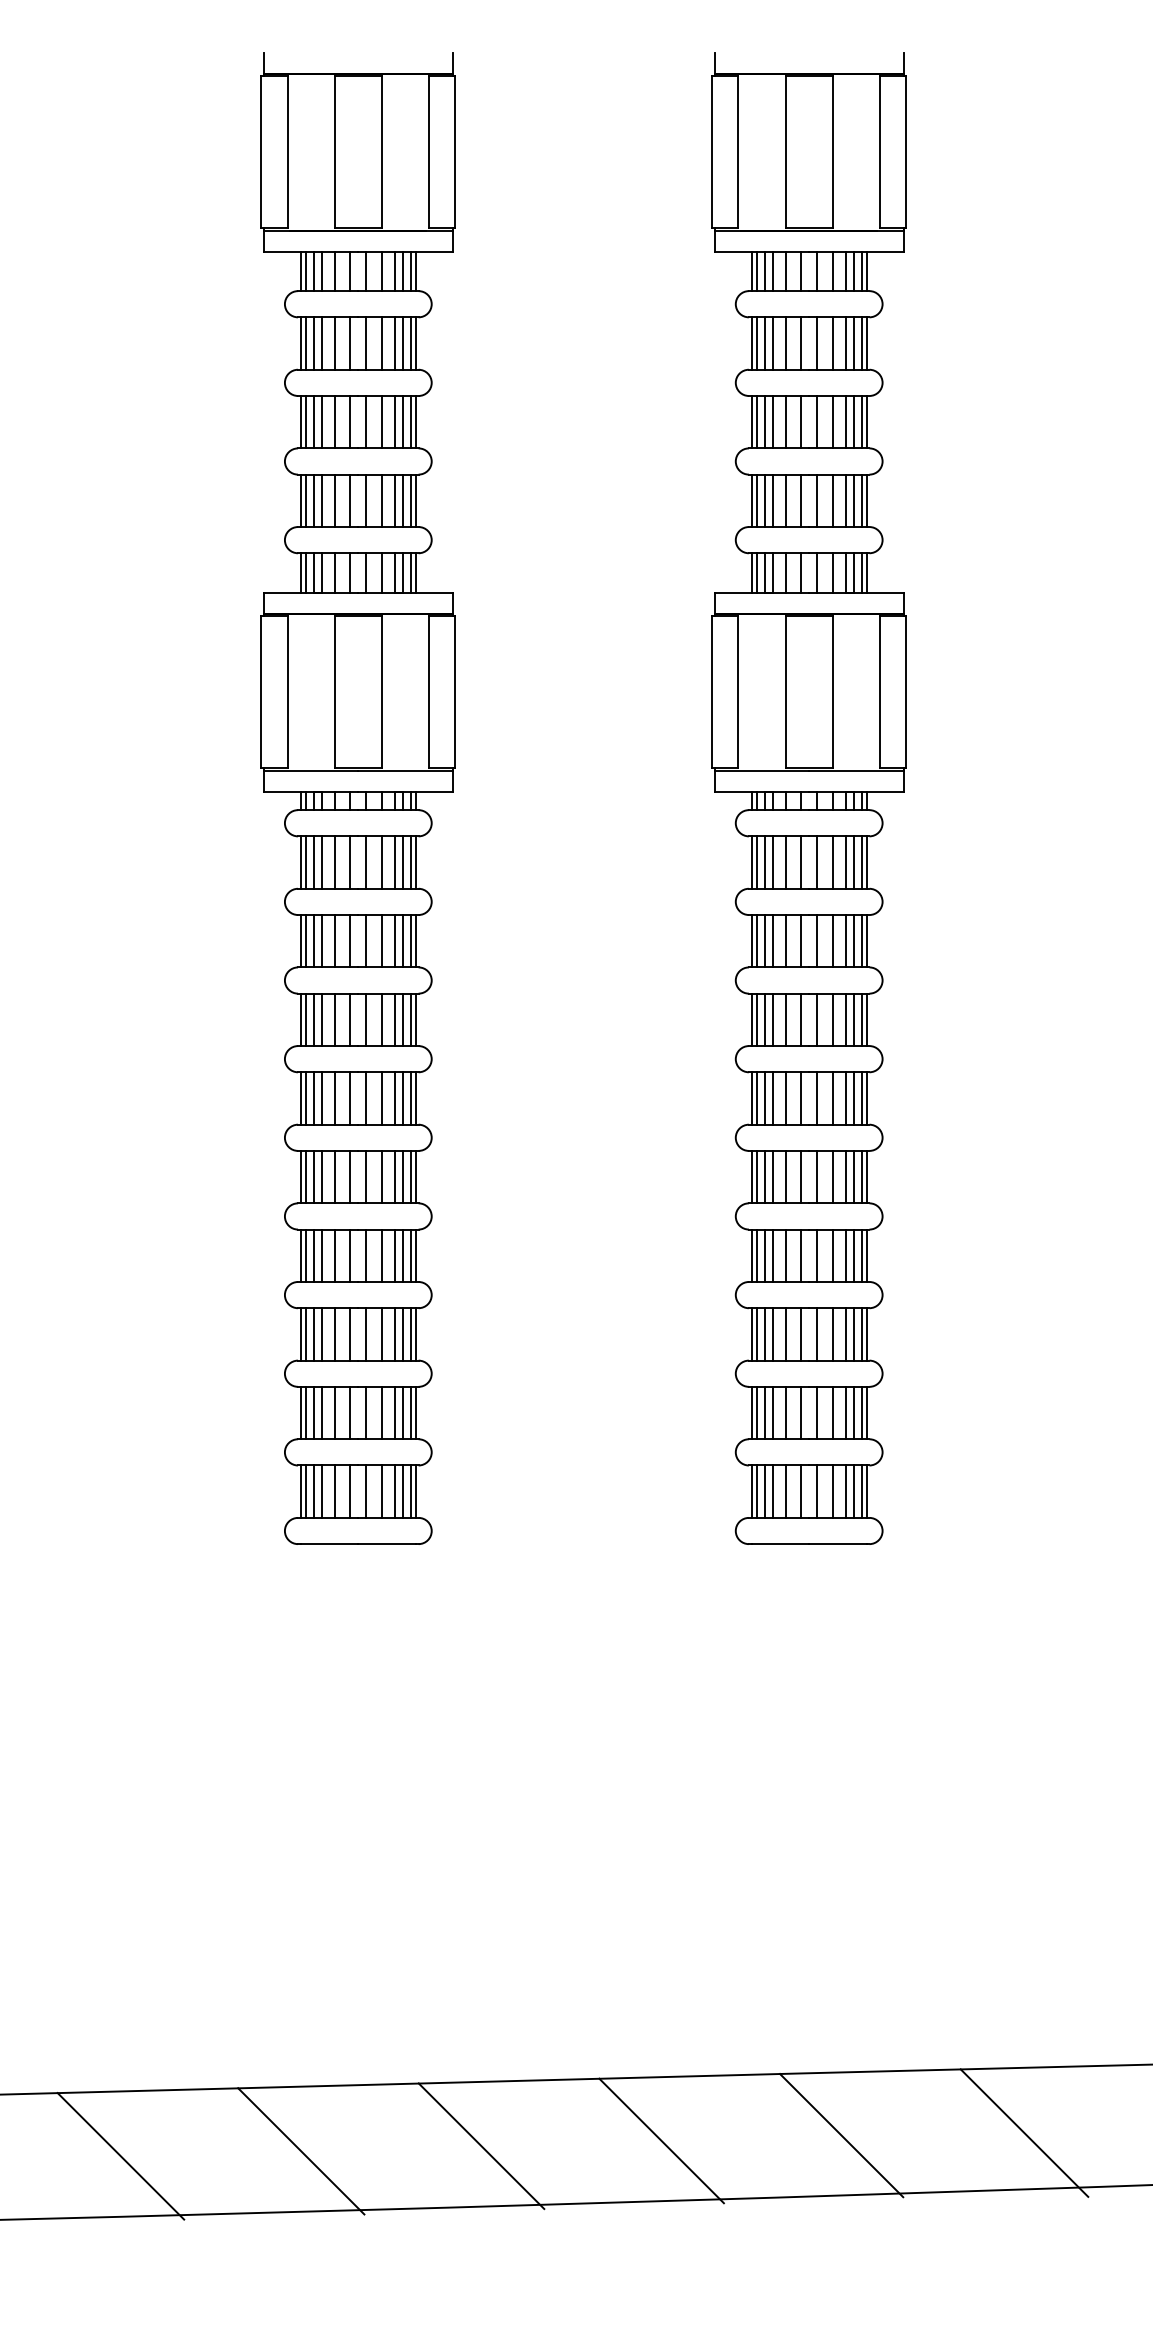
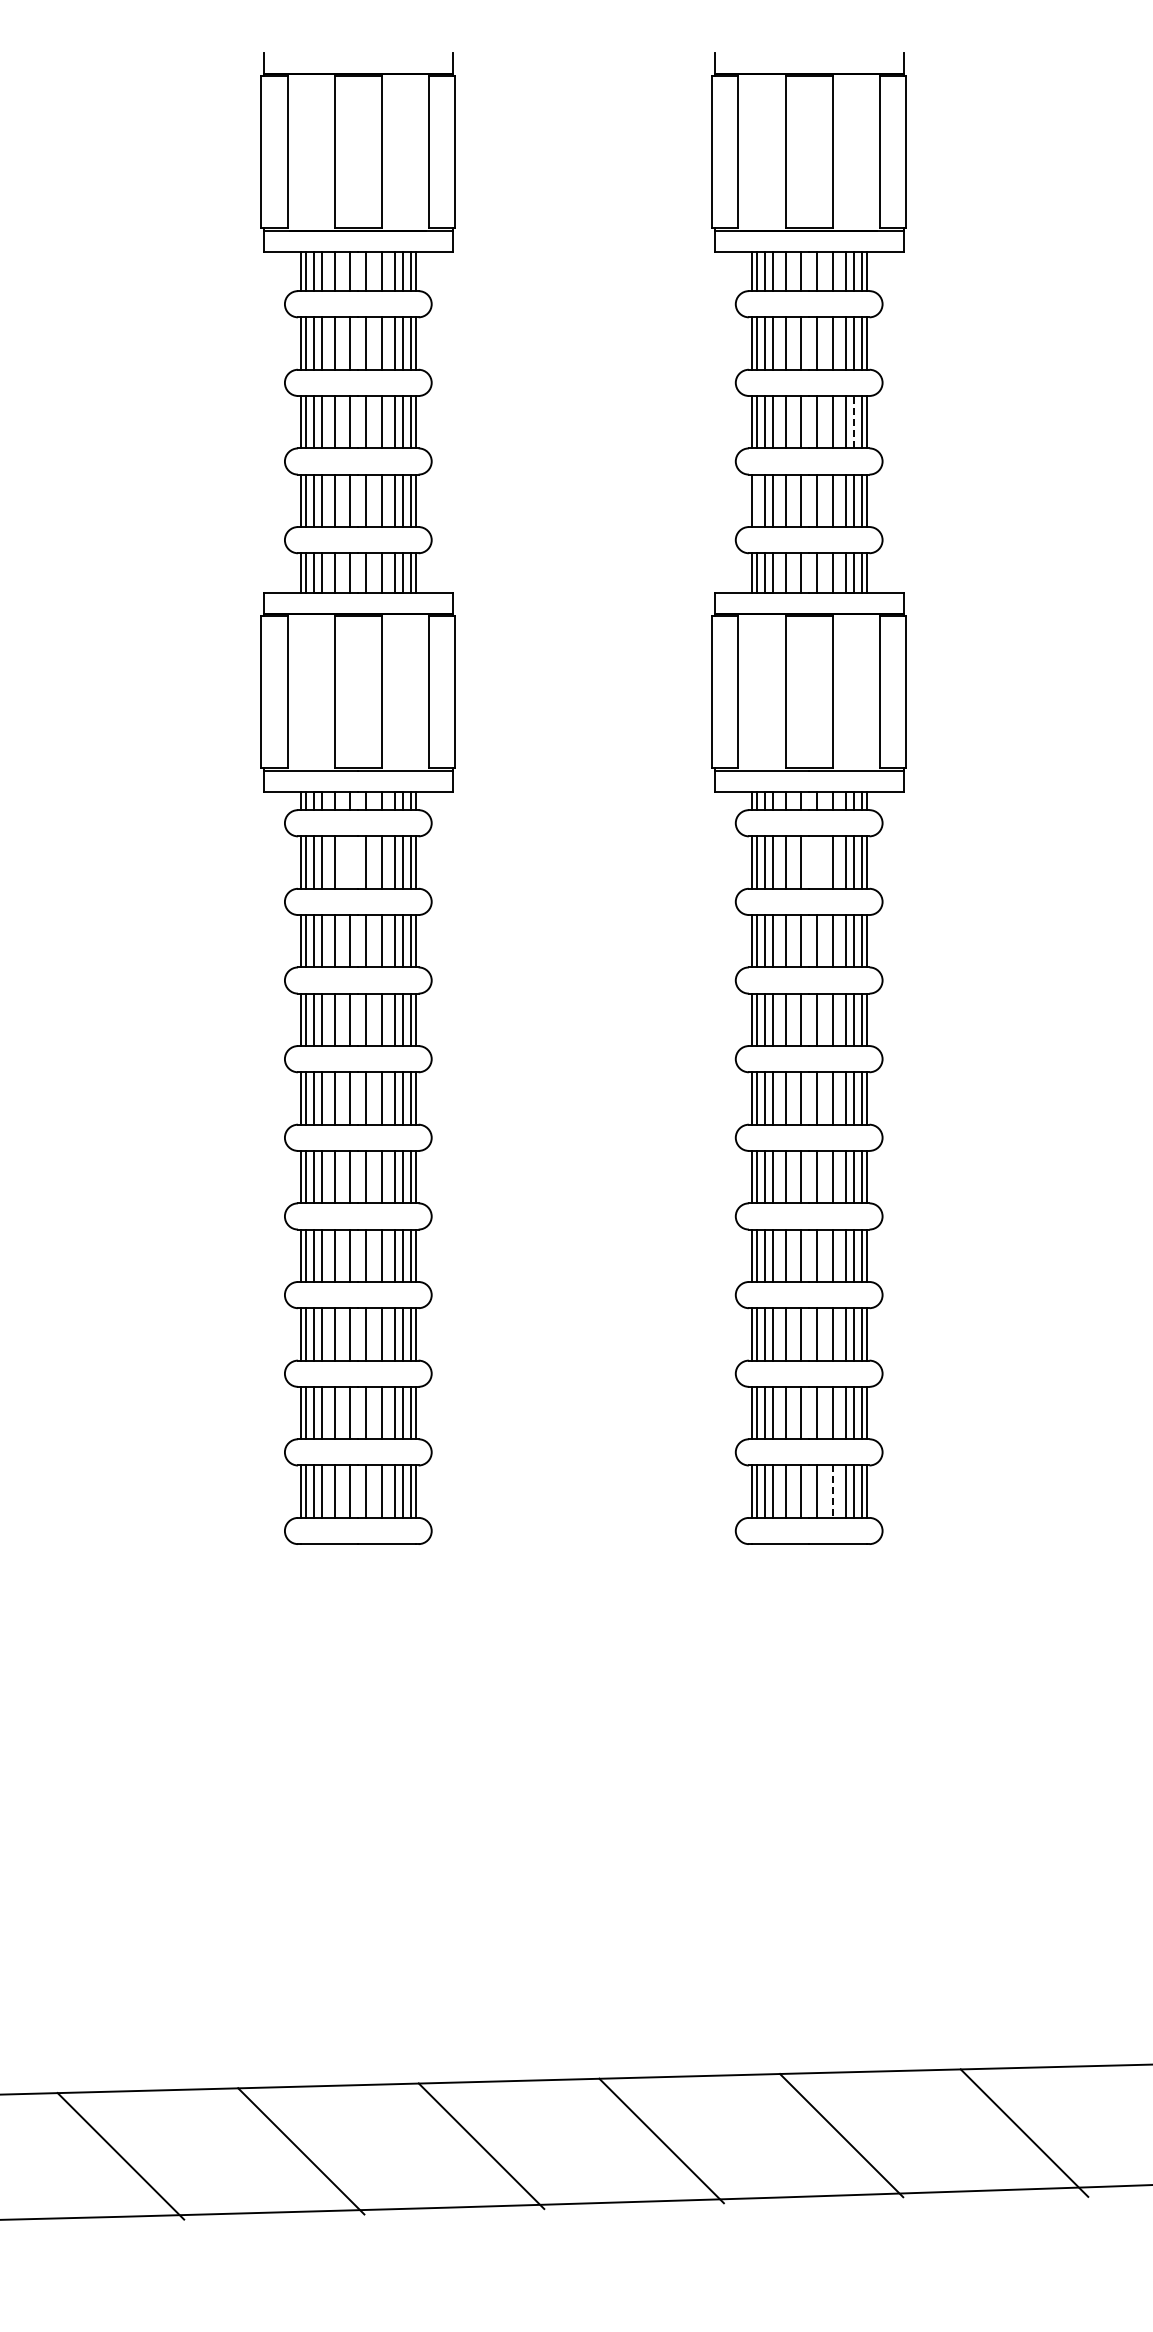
line at (853, 421): solid -> dashed
line at (756, 500): present -> none
line at (350, 862): present -> none
line at (817, 862): present -> none
line at (832, 1492): solid -> dashed
